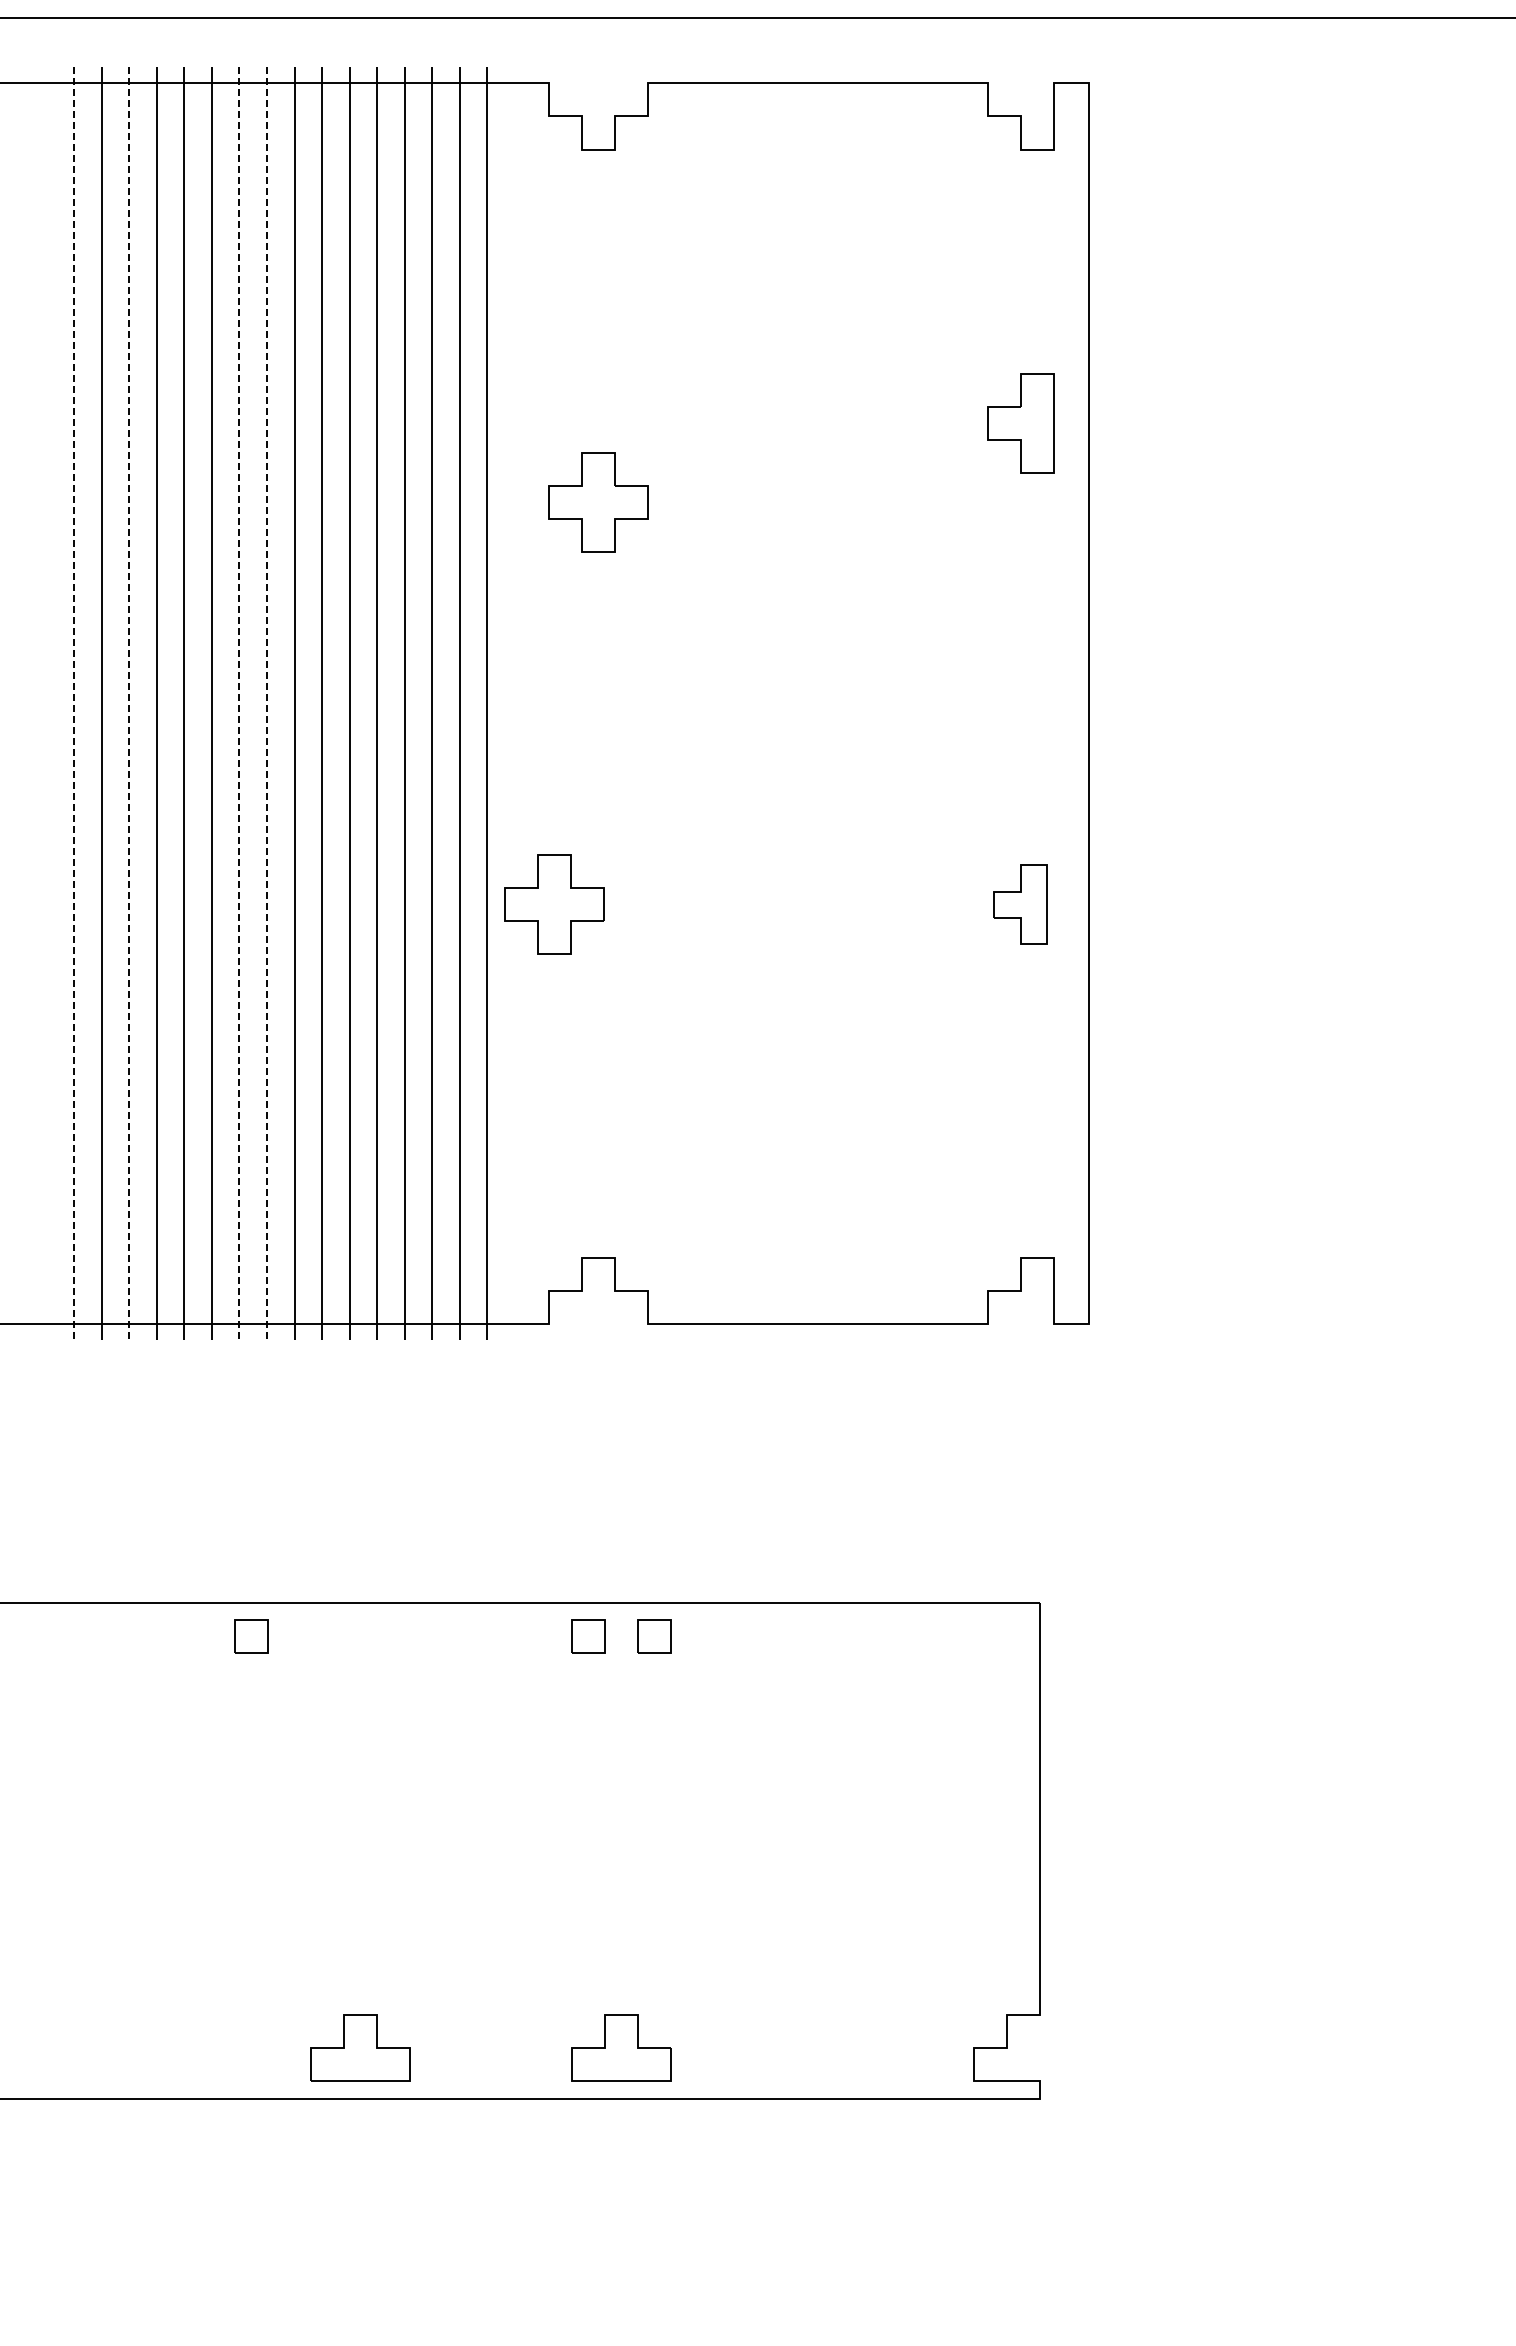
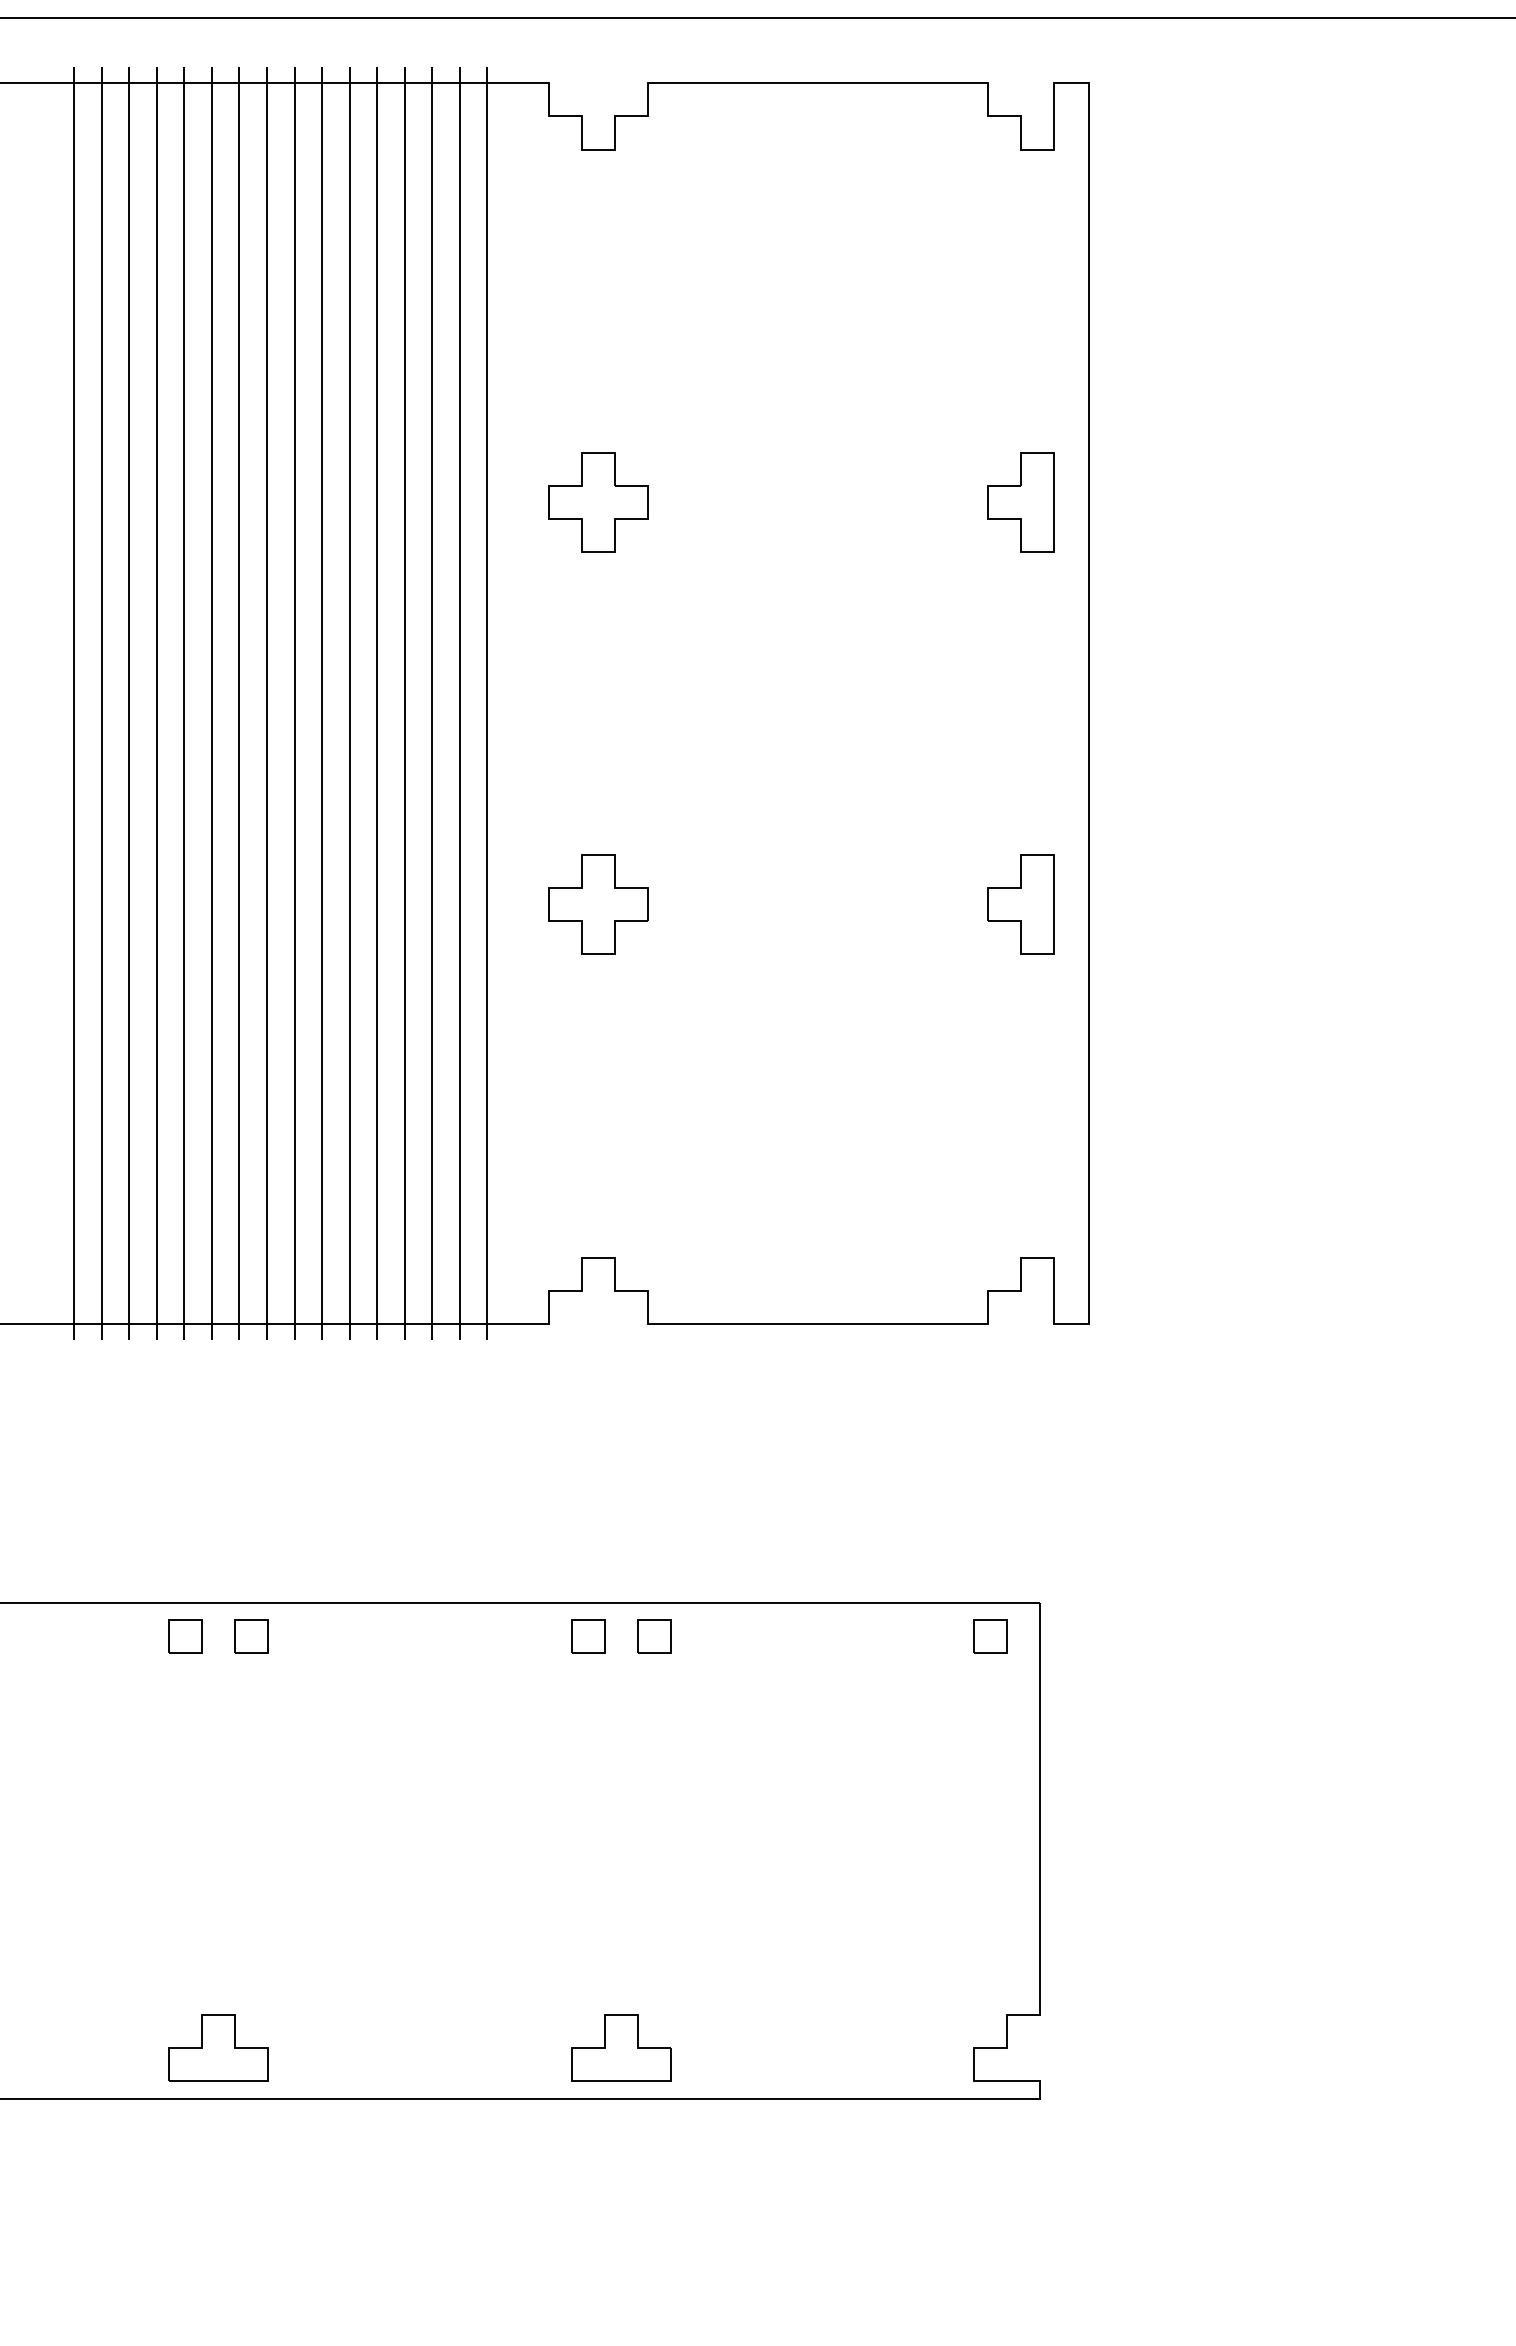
part at (1020, 423) position: (1020, 423) -> (1020, 502)
line at (73, 704): dashed -> solid
line at (129, 704): dashed -> solid
line at (239, 704): dashed -> solid
line at (266, 704): dashed -> solid
part at (554, 904) position: (554, 904) -> (598, 904)
part at (1020, 904) size: 55x81 px -> 68x101 px
part at (185, 1636): none -> present
part at (990, 1636): none -> present
part at (360, 2047) position: (360, 2047) -> (218, 2047)
